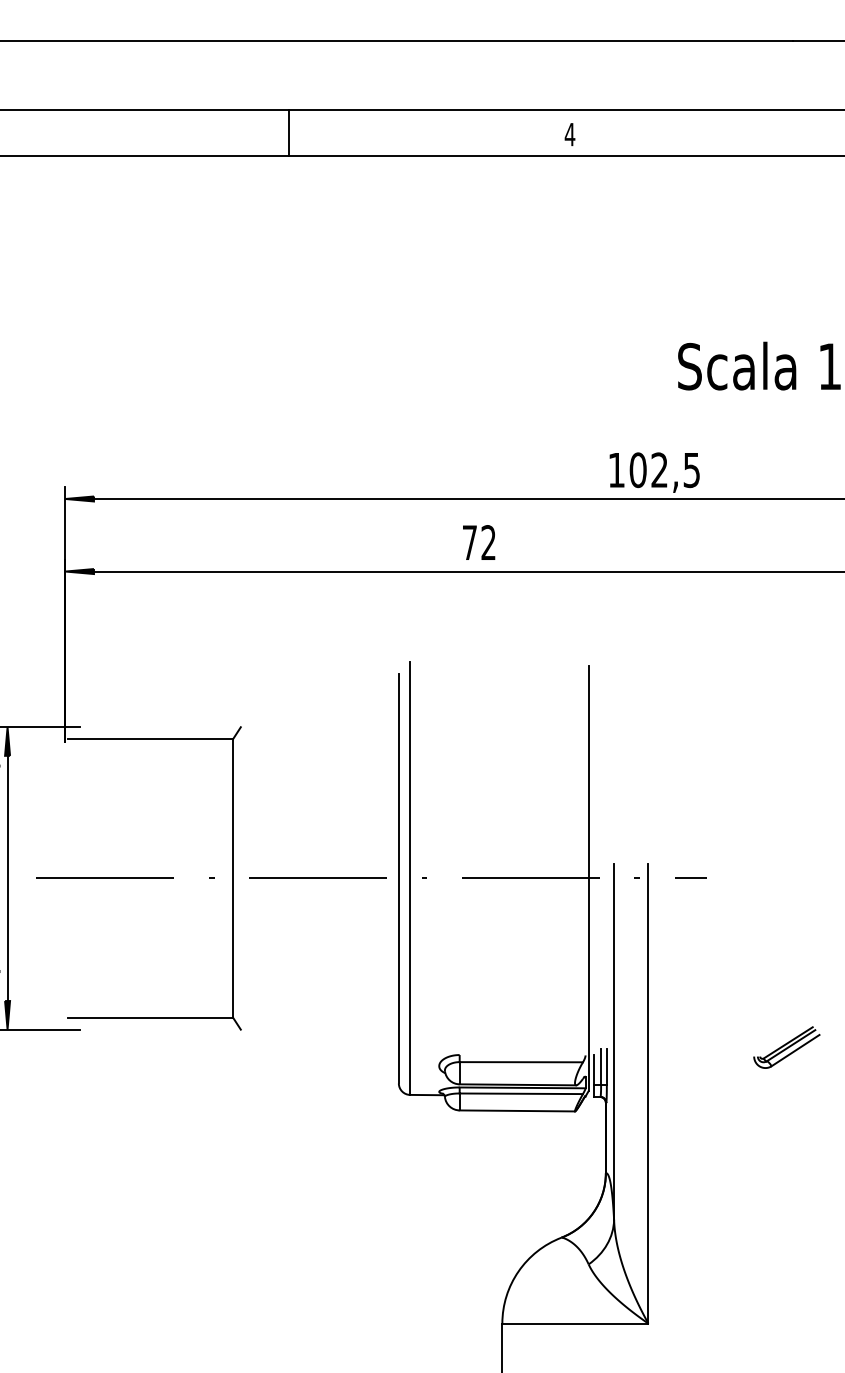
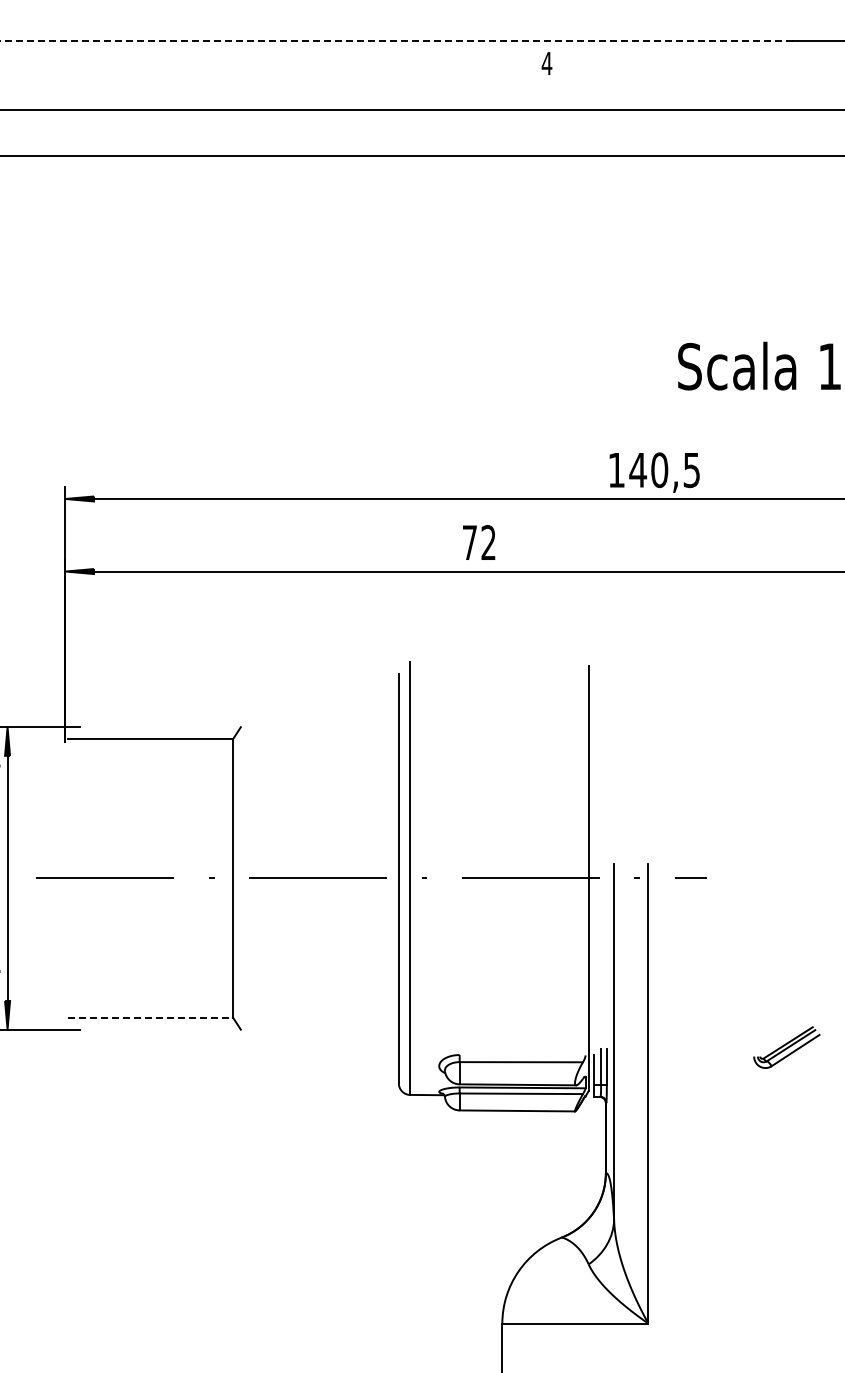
line at (396, 41): solid -> dashed
line at (289, 133): present -> none
text at (569, 134) position: (569, 134) -> (546, 63)
text at (648, 470): 102,5 -> 140,5
line at (151, 1017): solid -> dashed
